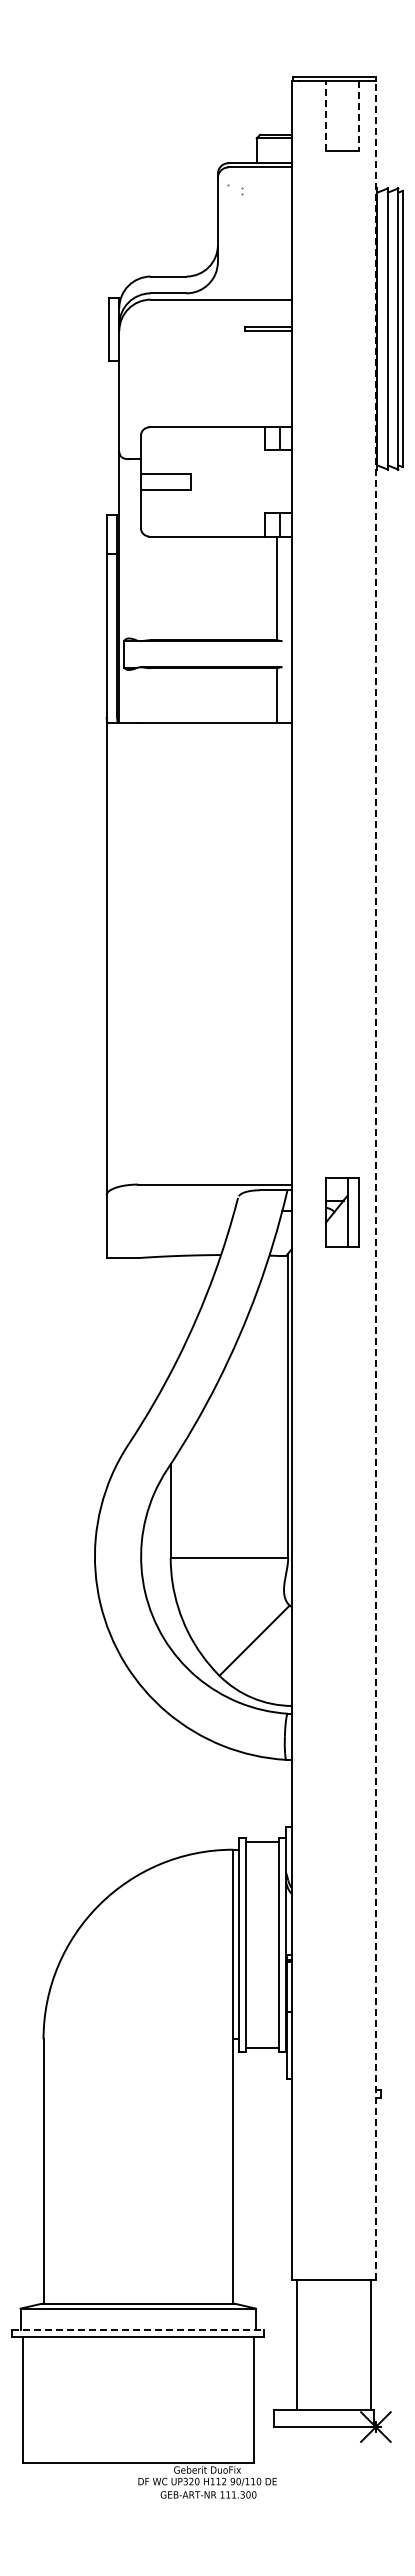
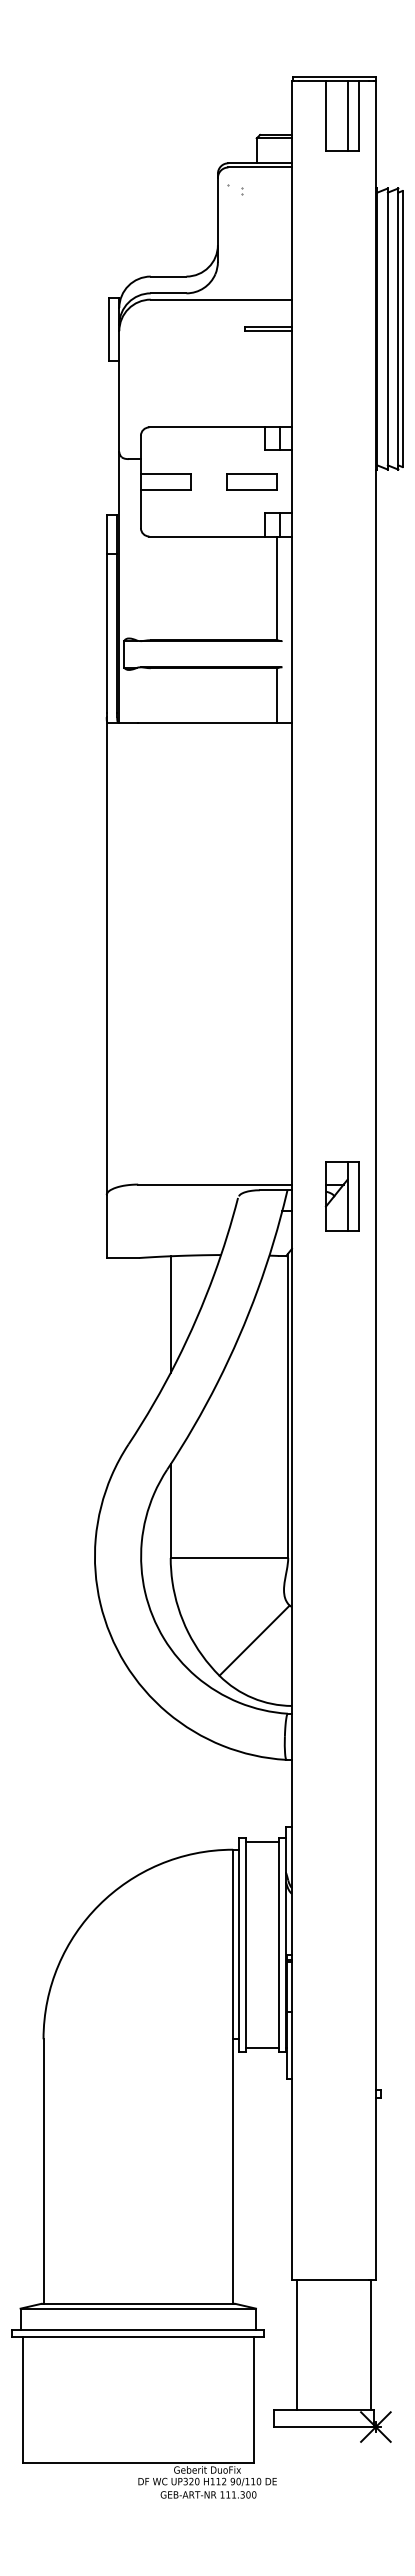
line at (347, 115): none -> present
line at (325, 116): dashed -> solid
line at (358, 116): dashed -> solid
part at (251, 481): none -> present
line at (375, 1180): dashed -> solid
part at (341, 1212) position: (341, 1212) -> (341, 1196)
line at (170, 1314): none -> present
line at (138, 2330): dashed -> solid
